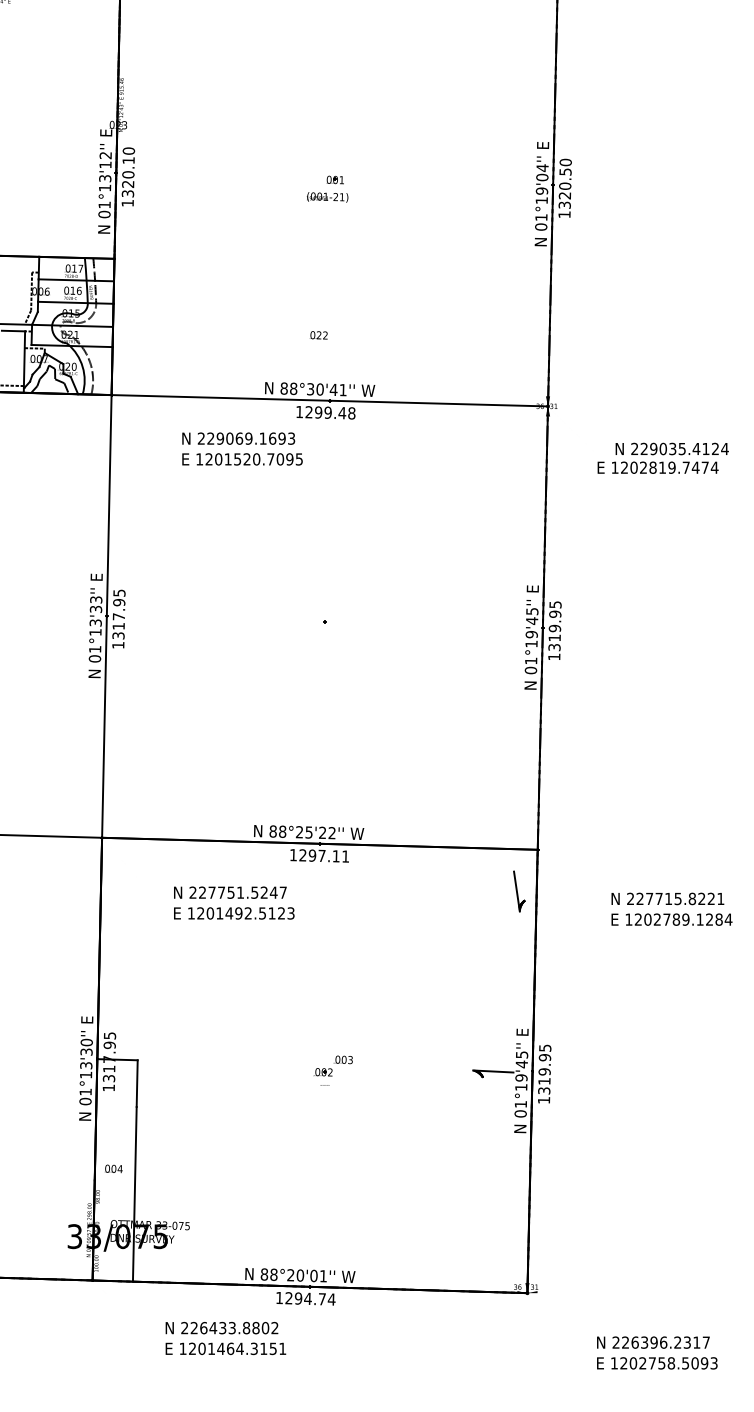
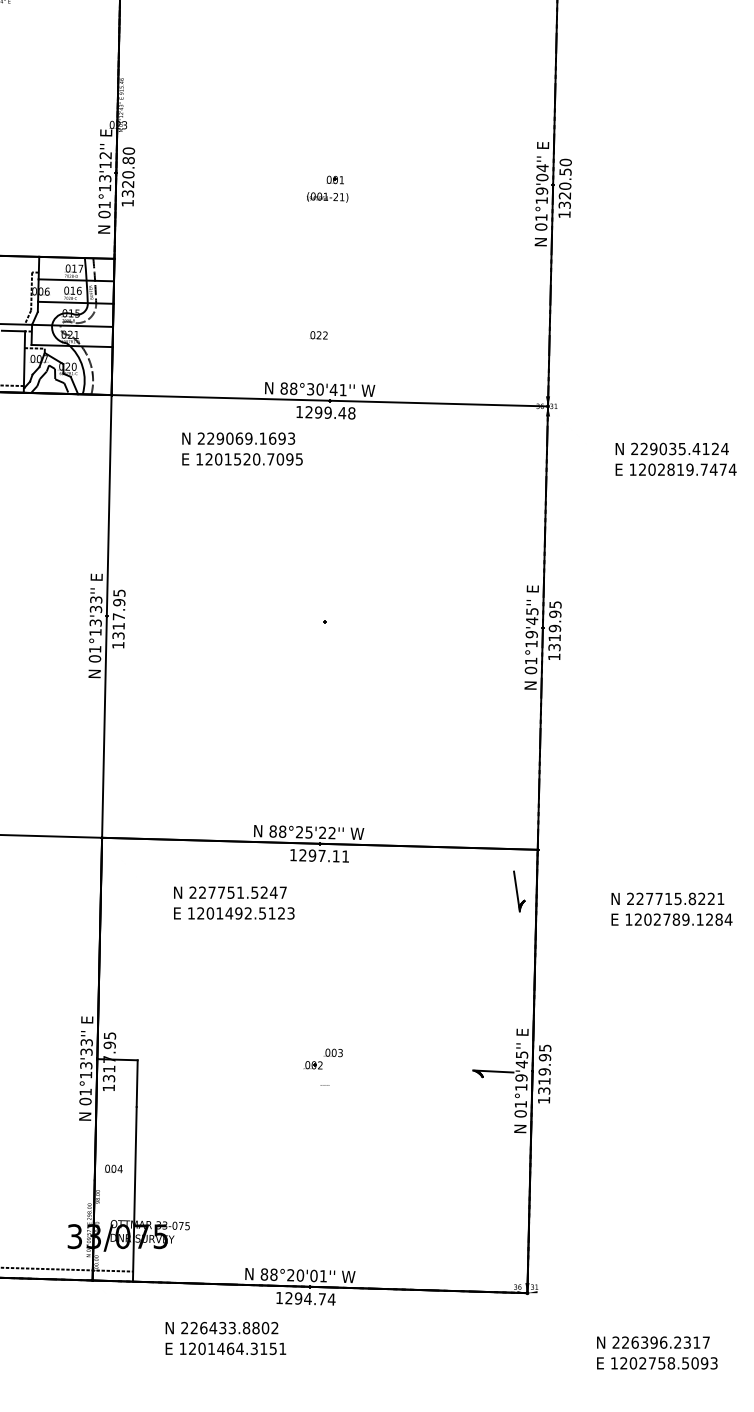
text at (128, 160): 1320.10 -> 1320.80
text at (657, 467) position: (657, 467) -> (675, 469)
text at (86, 1042): 01°13'30'' -> 01°13'33''
part at (332, 1065) position: (332, 1065) -> (322, 1058)
line at (67, 1269): none -> present
